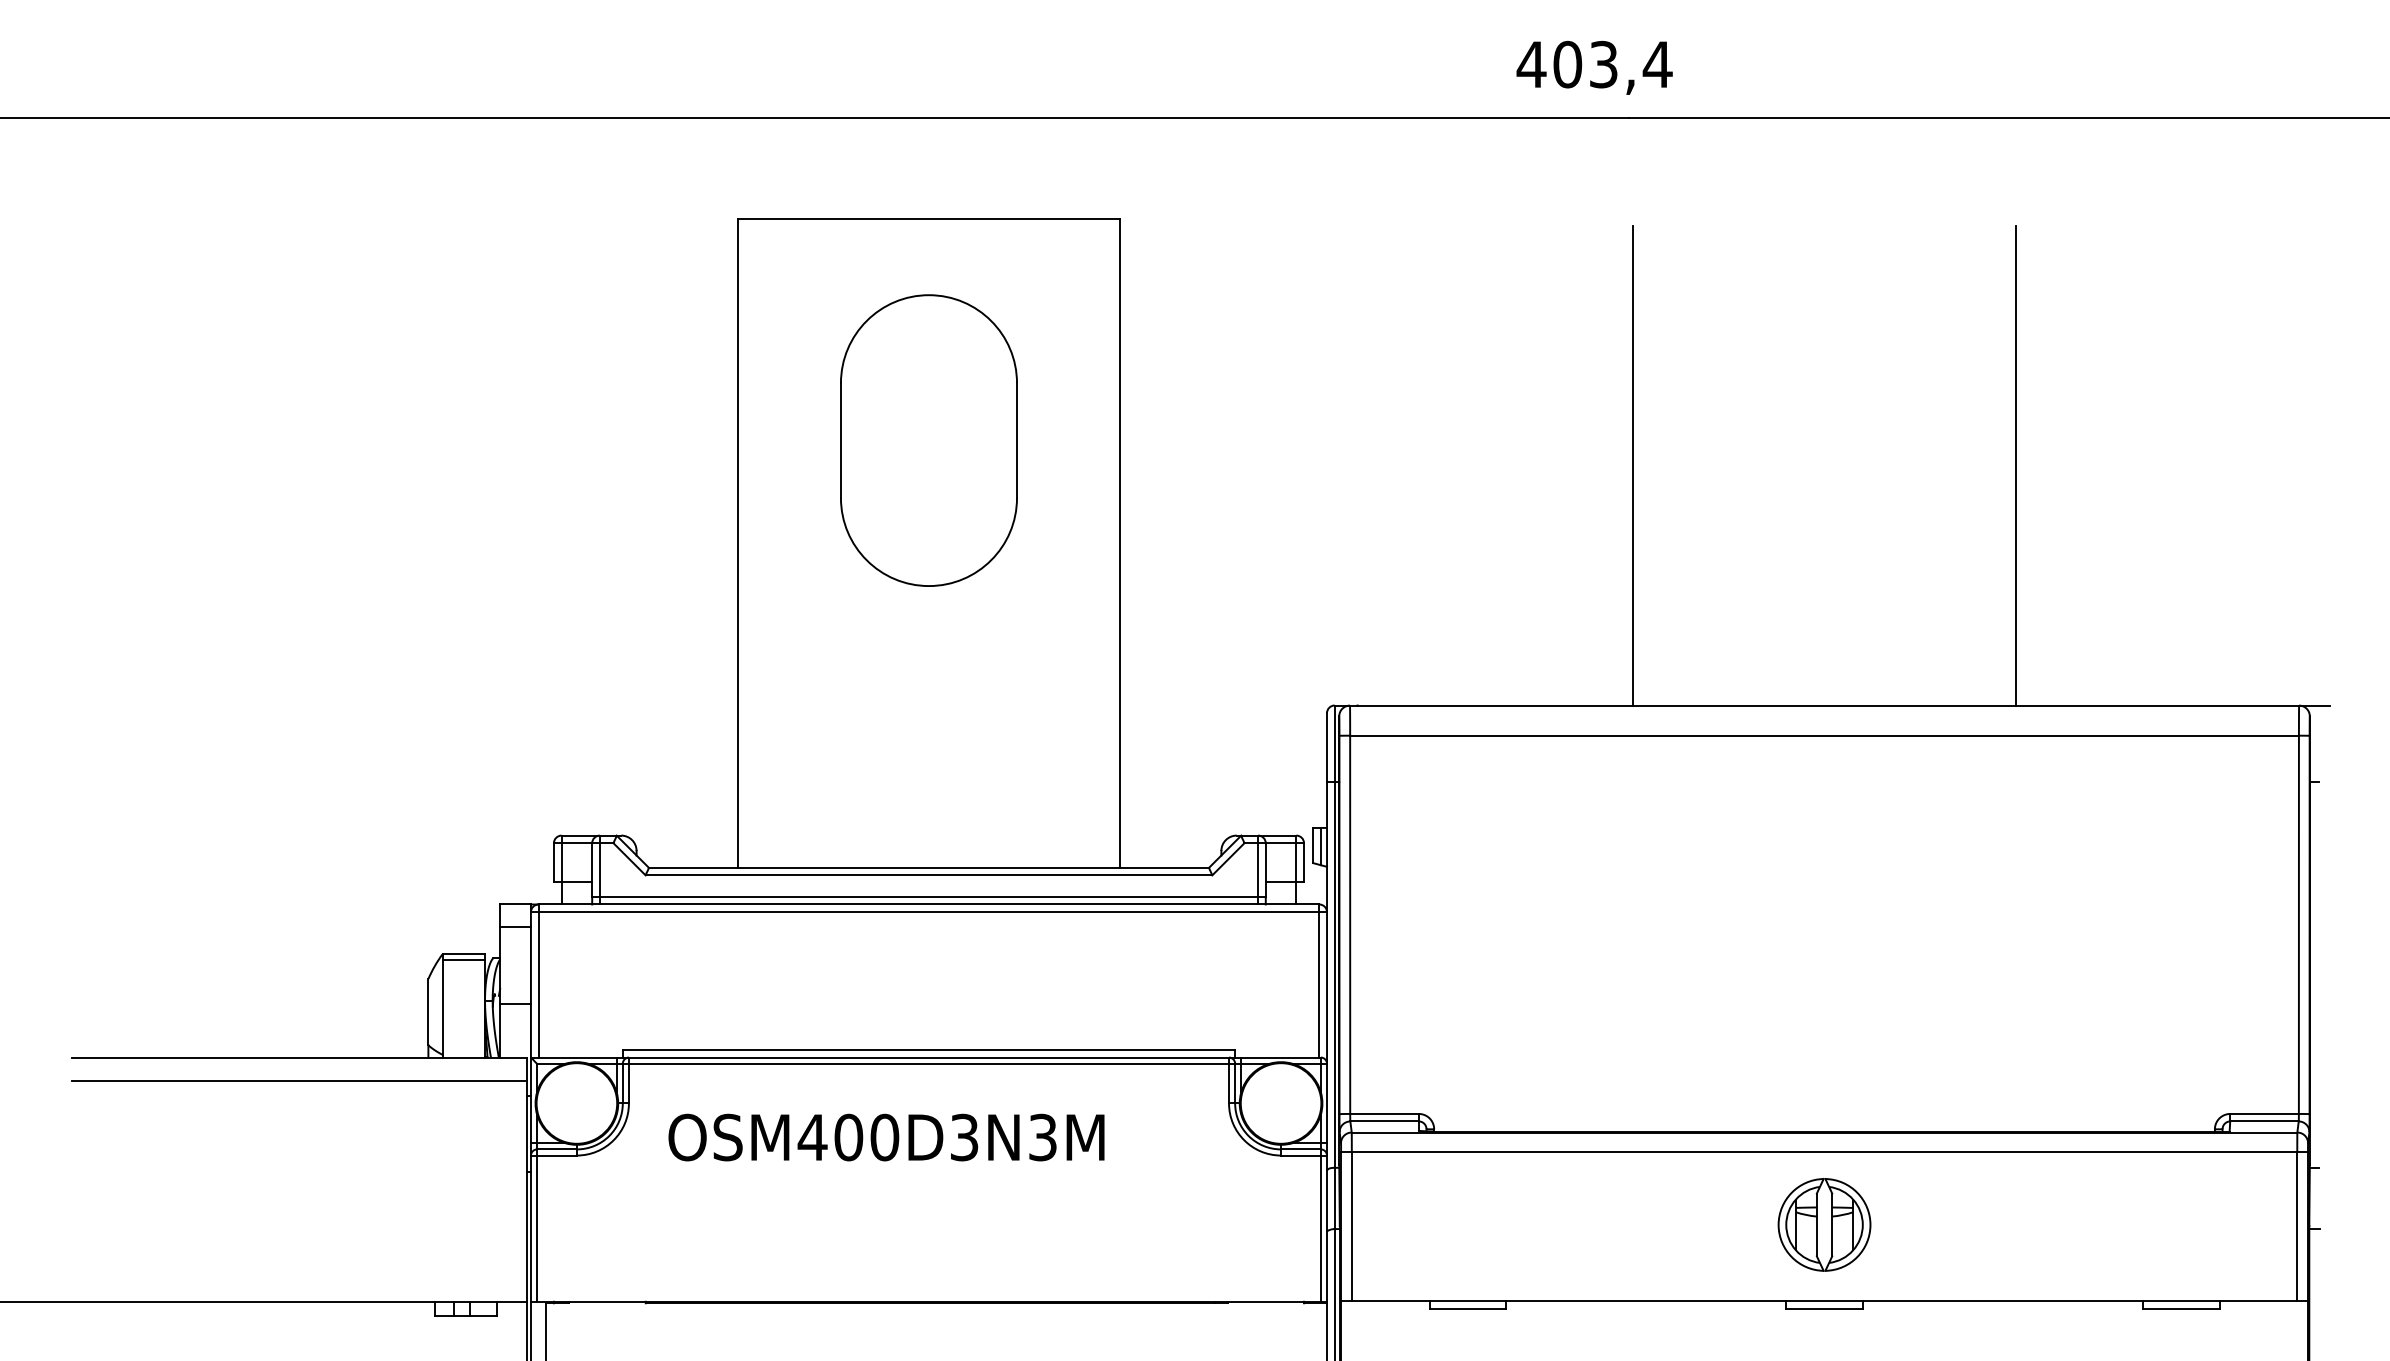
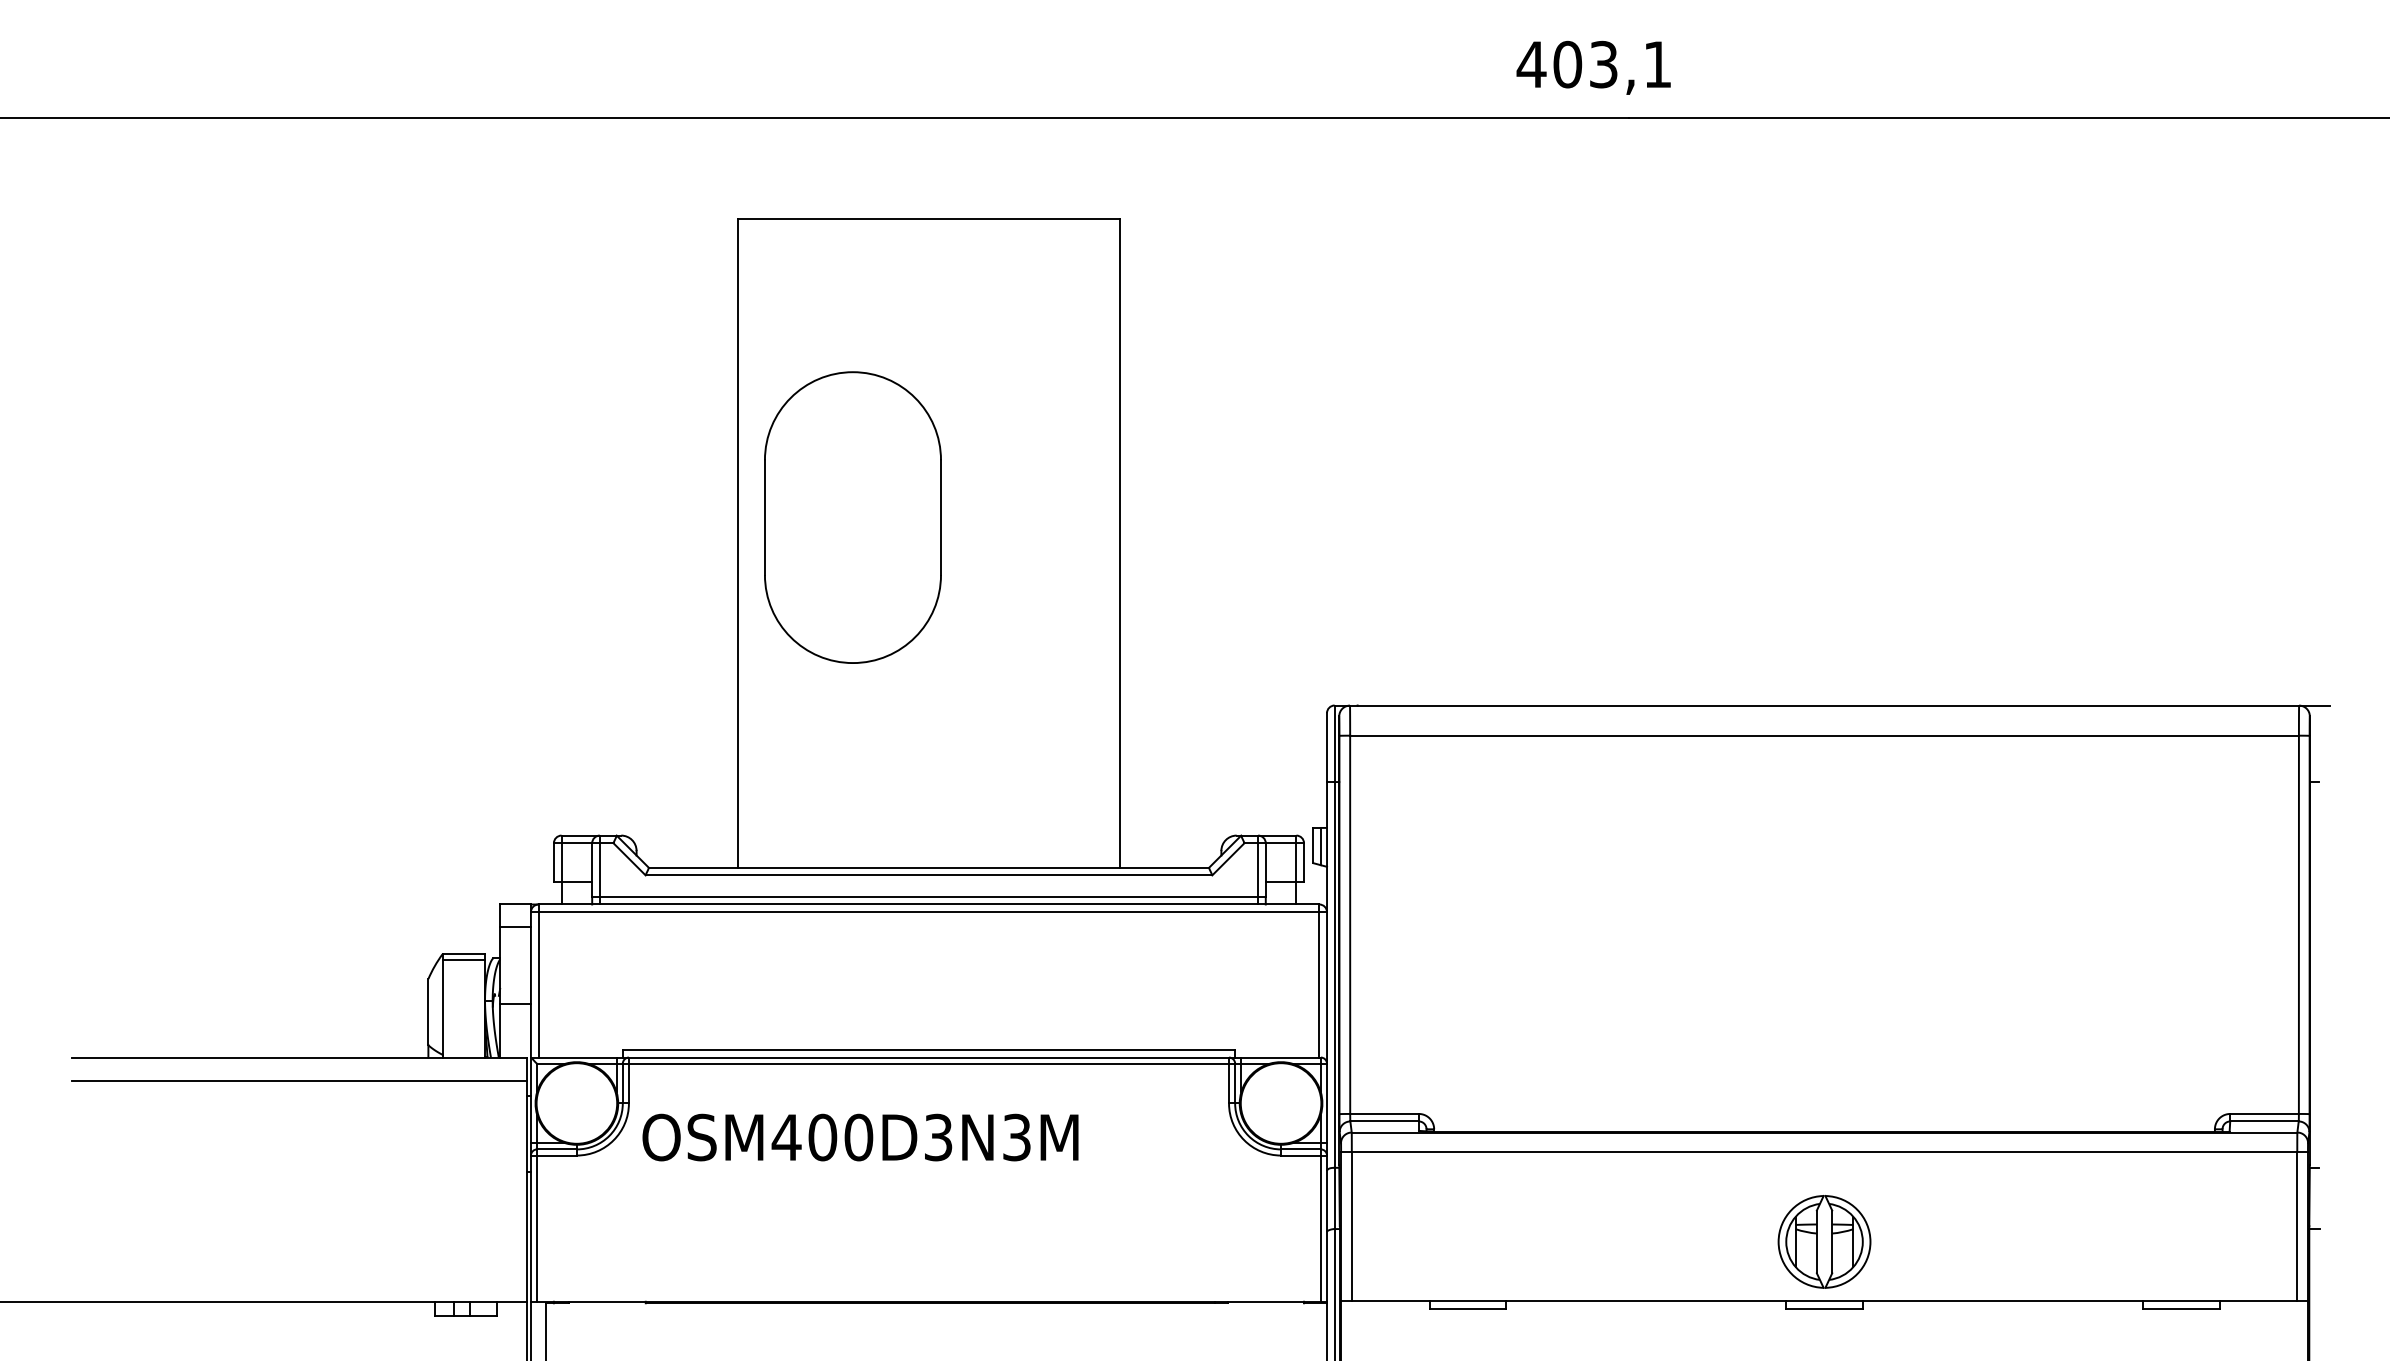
text at (1657, 64): 403,4 -> 403,1
part at (928, 440) position: (928, 440) -> (852, 517)
line at (1633, 465): present -> none
line at (2015, 465): present -> none
text at (886, 1137) position: (886, 1137) -> (860, 1137)
part at (1824, 1224) position: (1824, 1224) -> (1824, 1241)
